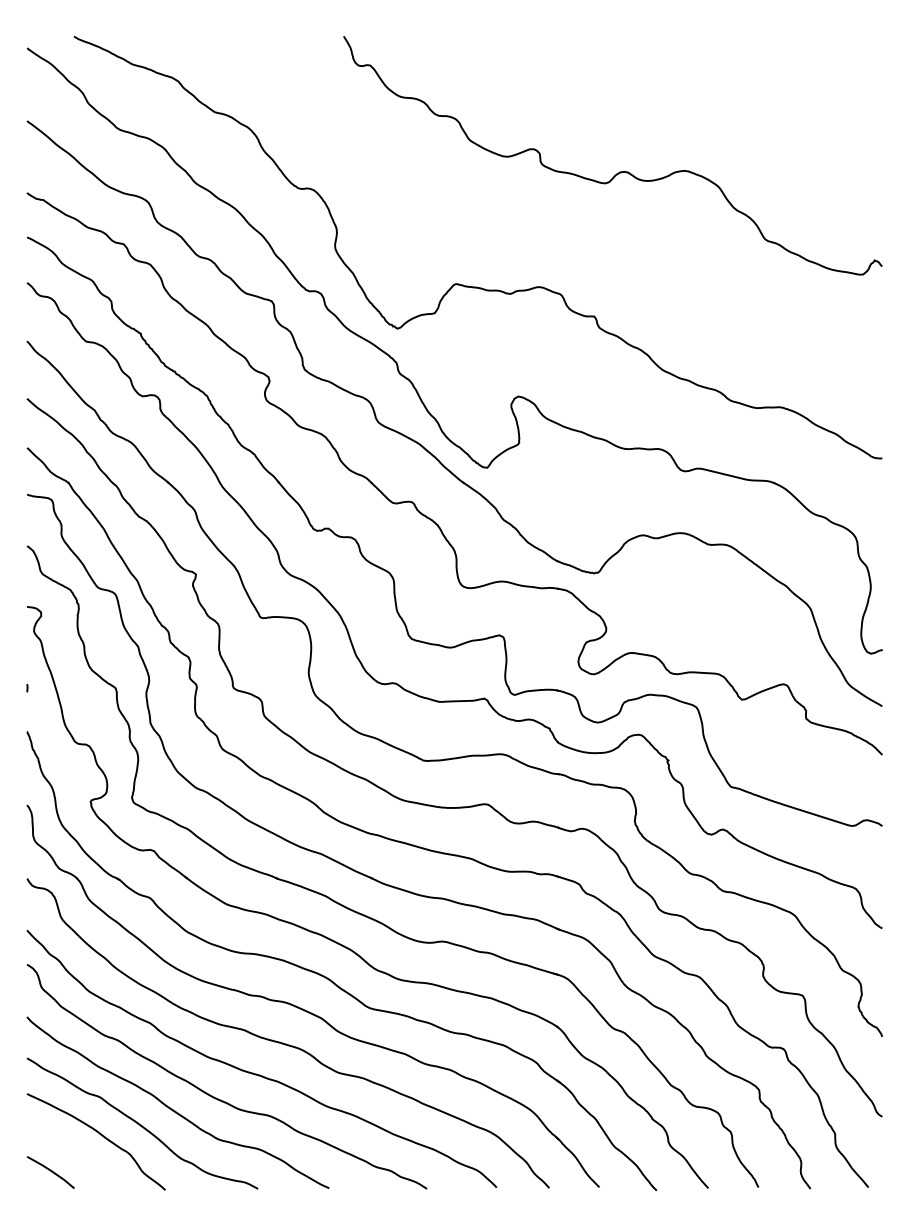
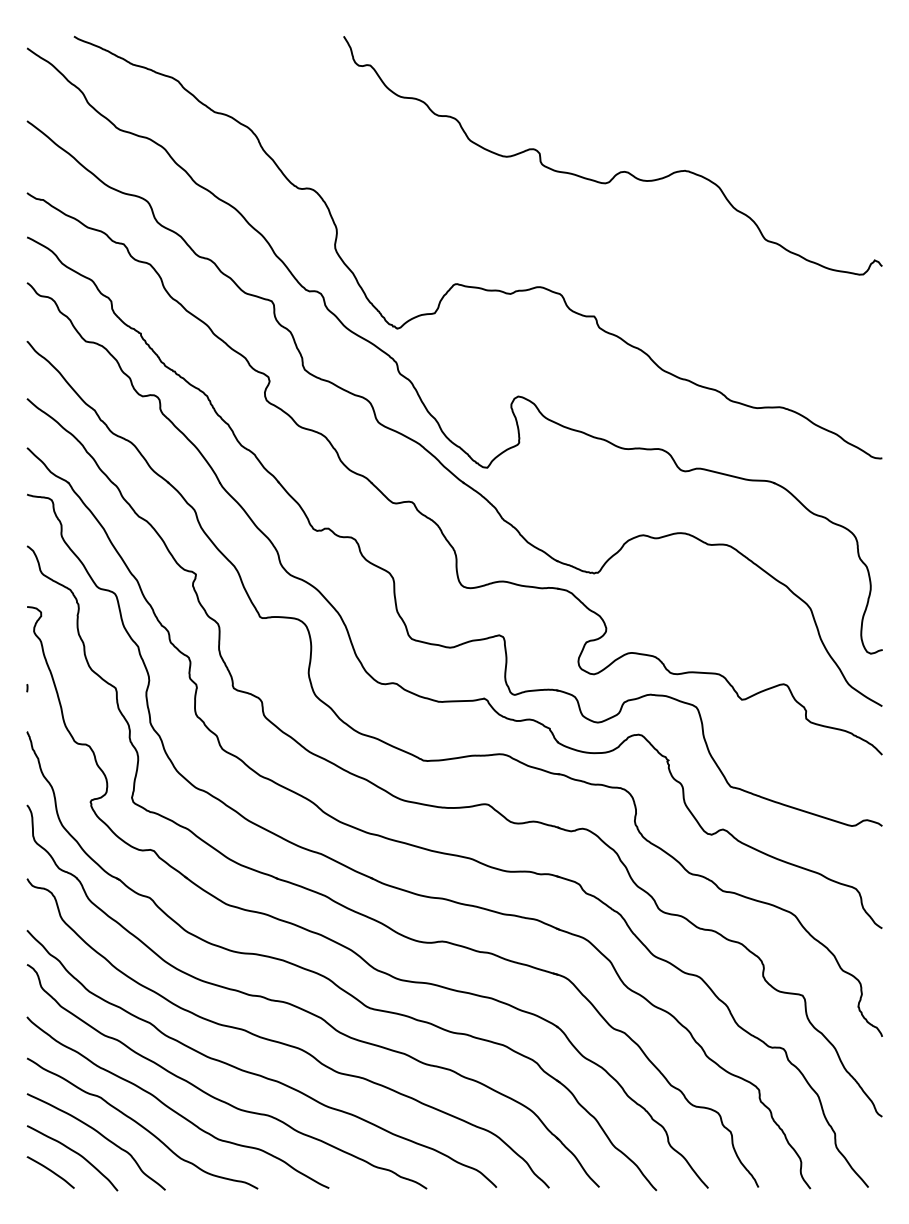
curve at (75, 1153): none -> present
